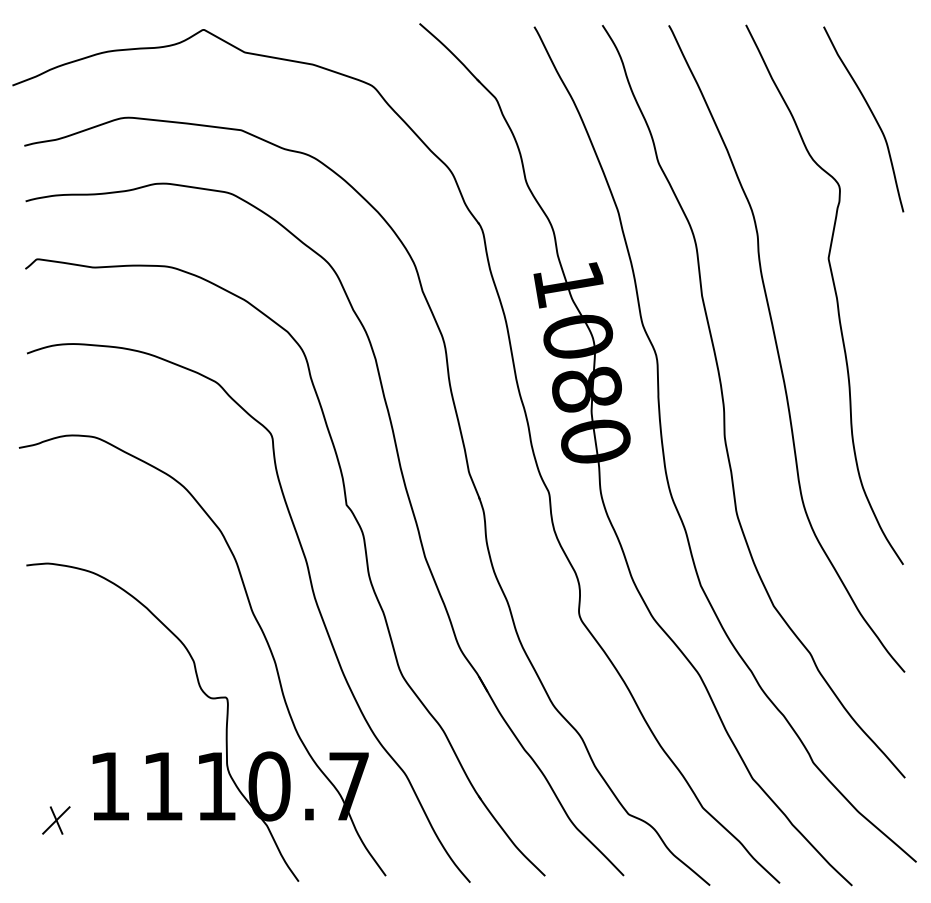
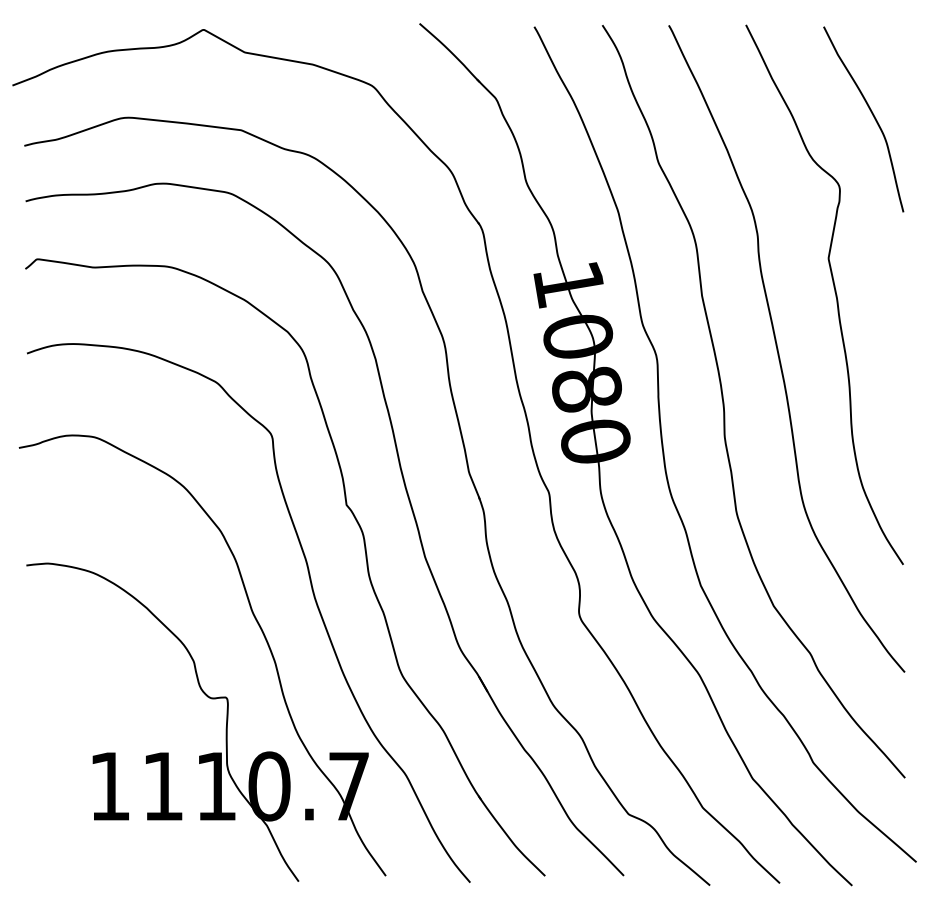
part at (56, 820): present -> none
